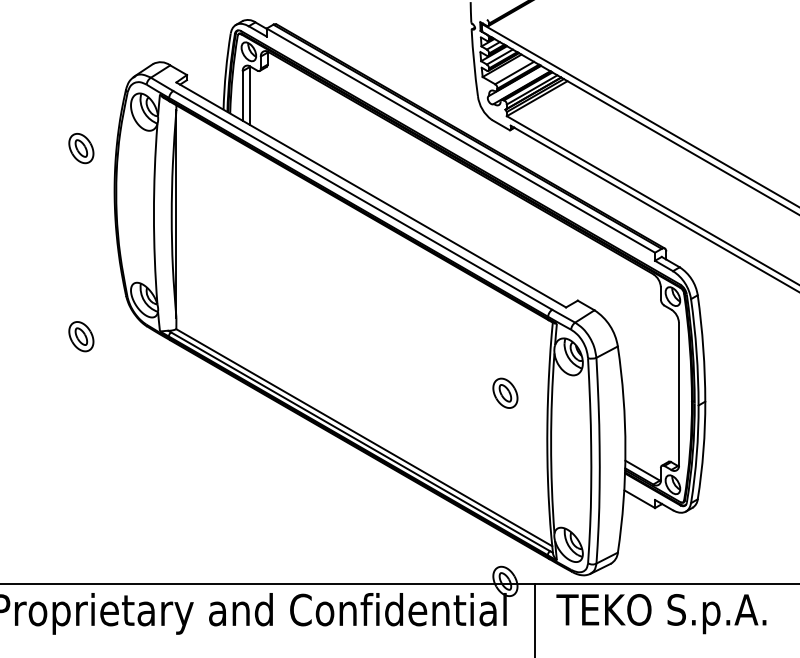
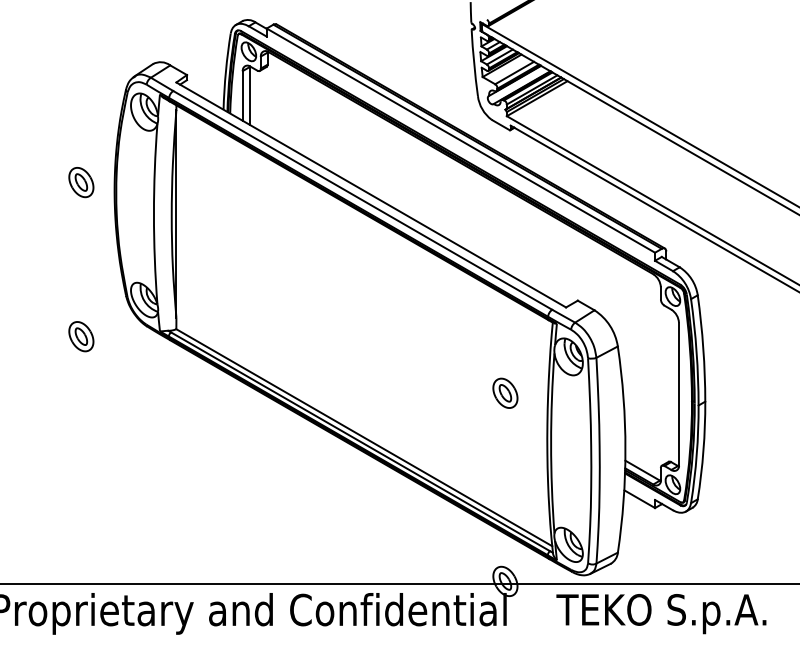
part at (81, 148) position: (81, 148) -> (81, 182)
line at (535, 618): present -> none
